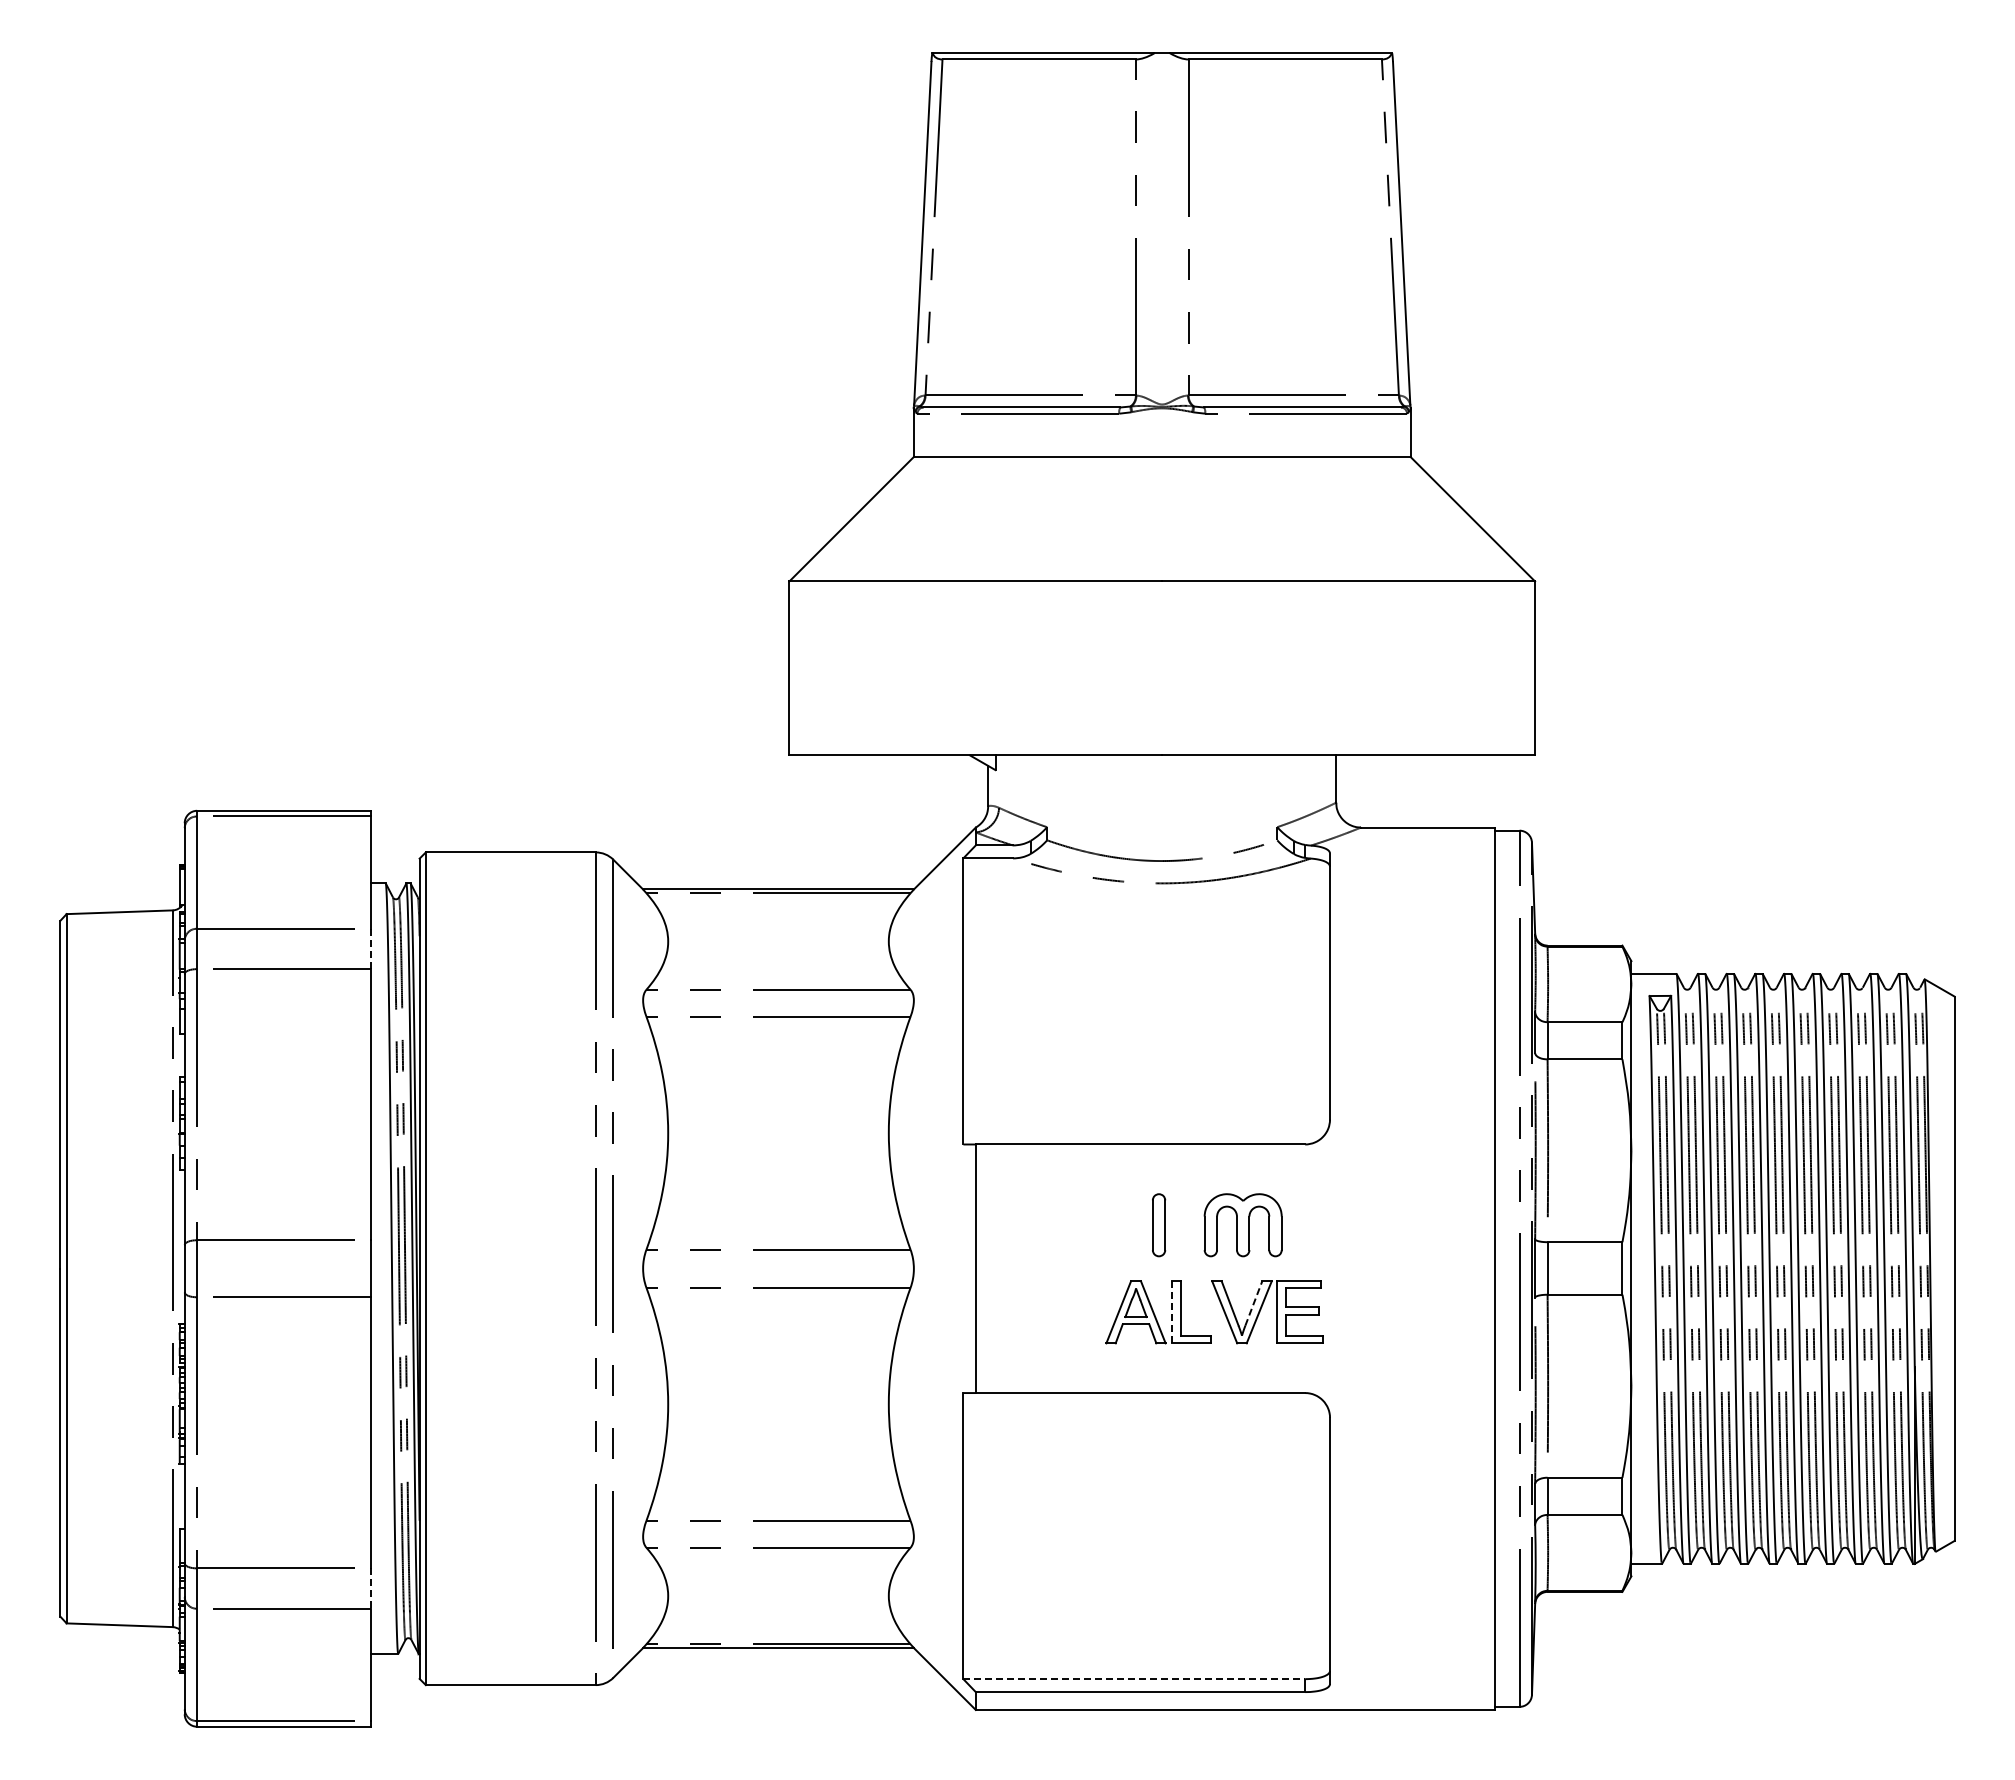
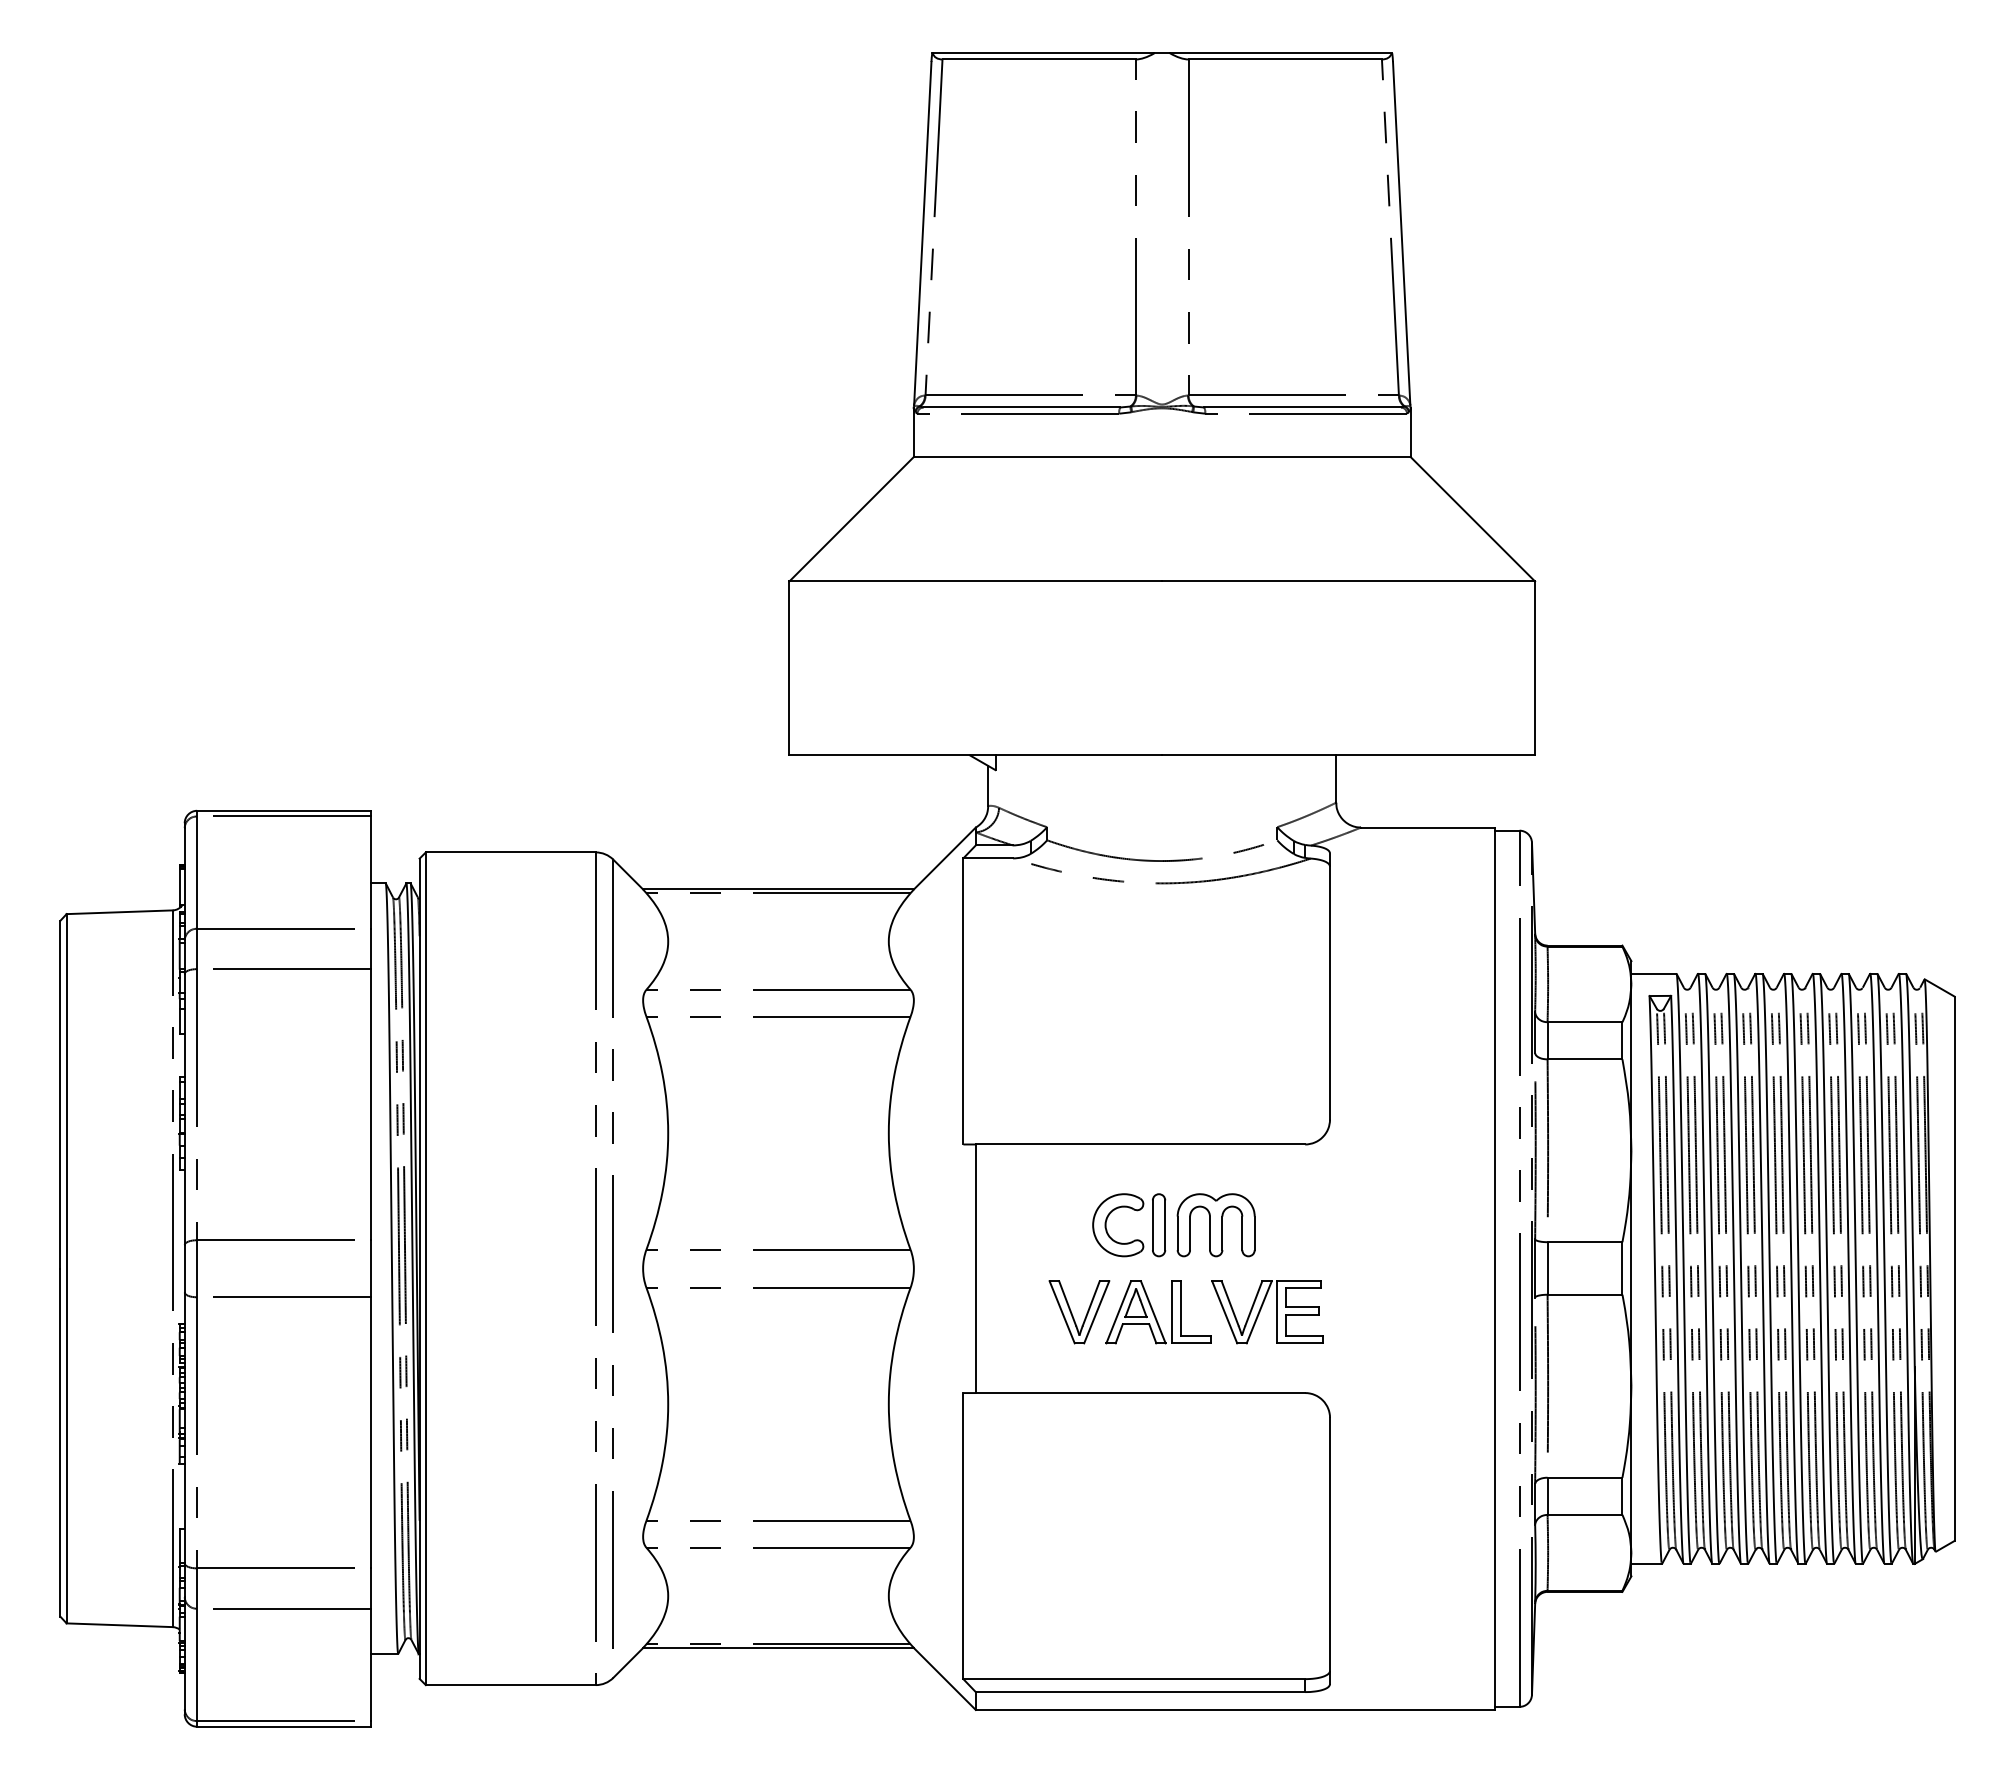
line at (371, 949): dashed -> solid
part at (1242, 1225) position: (1242, 1225) -> (1215, 1225)
part at (1107, 1229): none -> present
line at (1253, 1303): dashed -> solid
line at (1172, 1311): dashed -> solid
part at (1073, 1315): none -> present
line at (371, 1589): dashed -> solid
line at (1134, 1679): dashed -> solid
